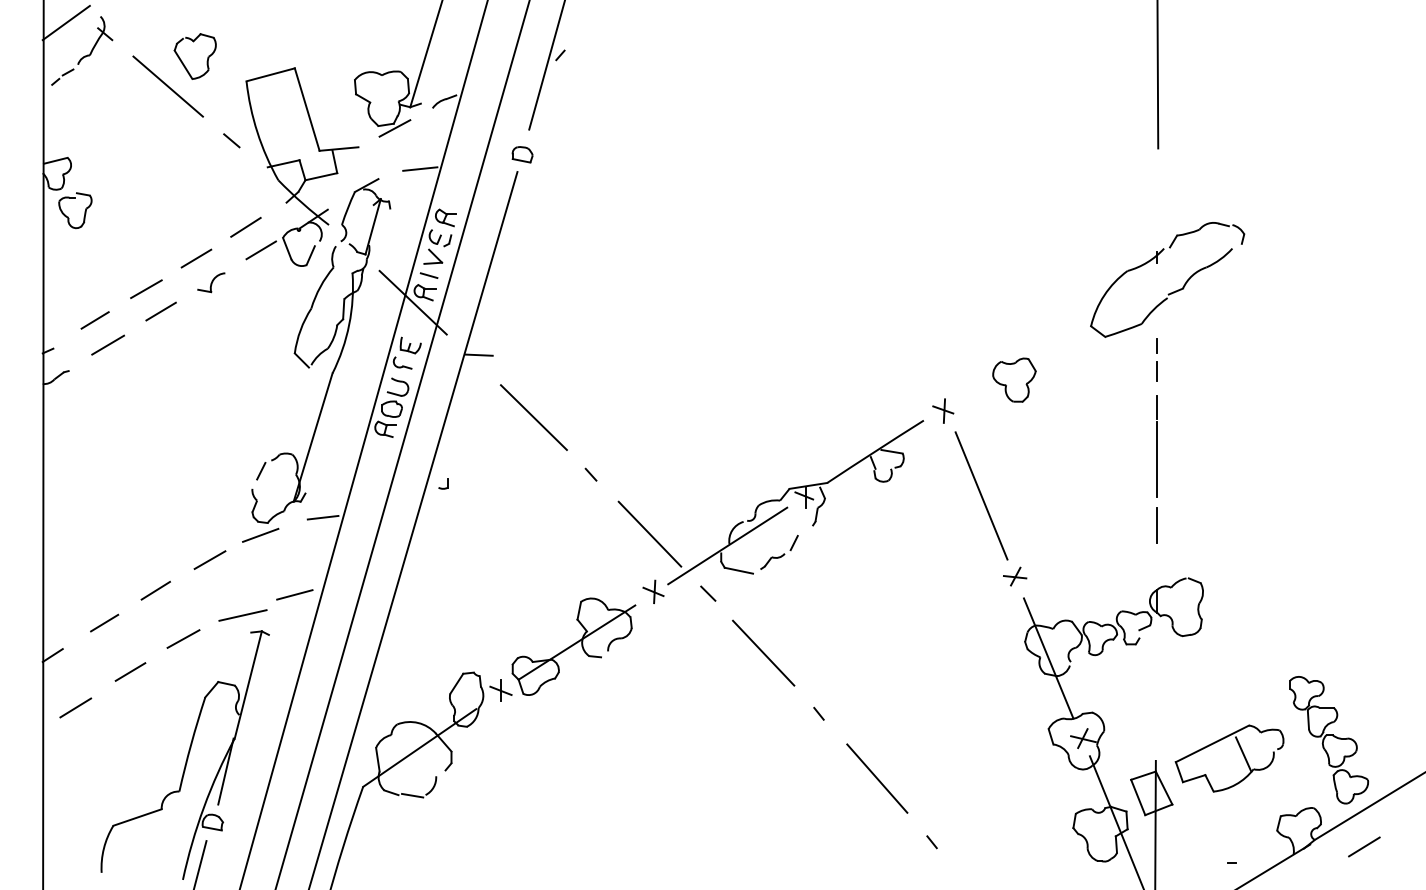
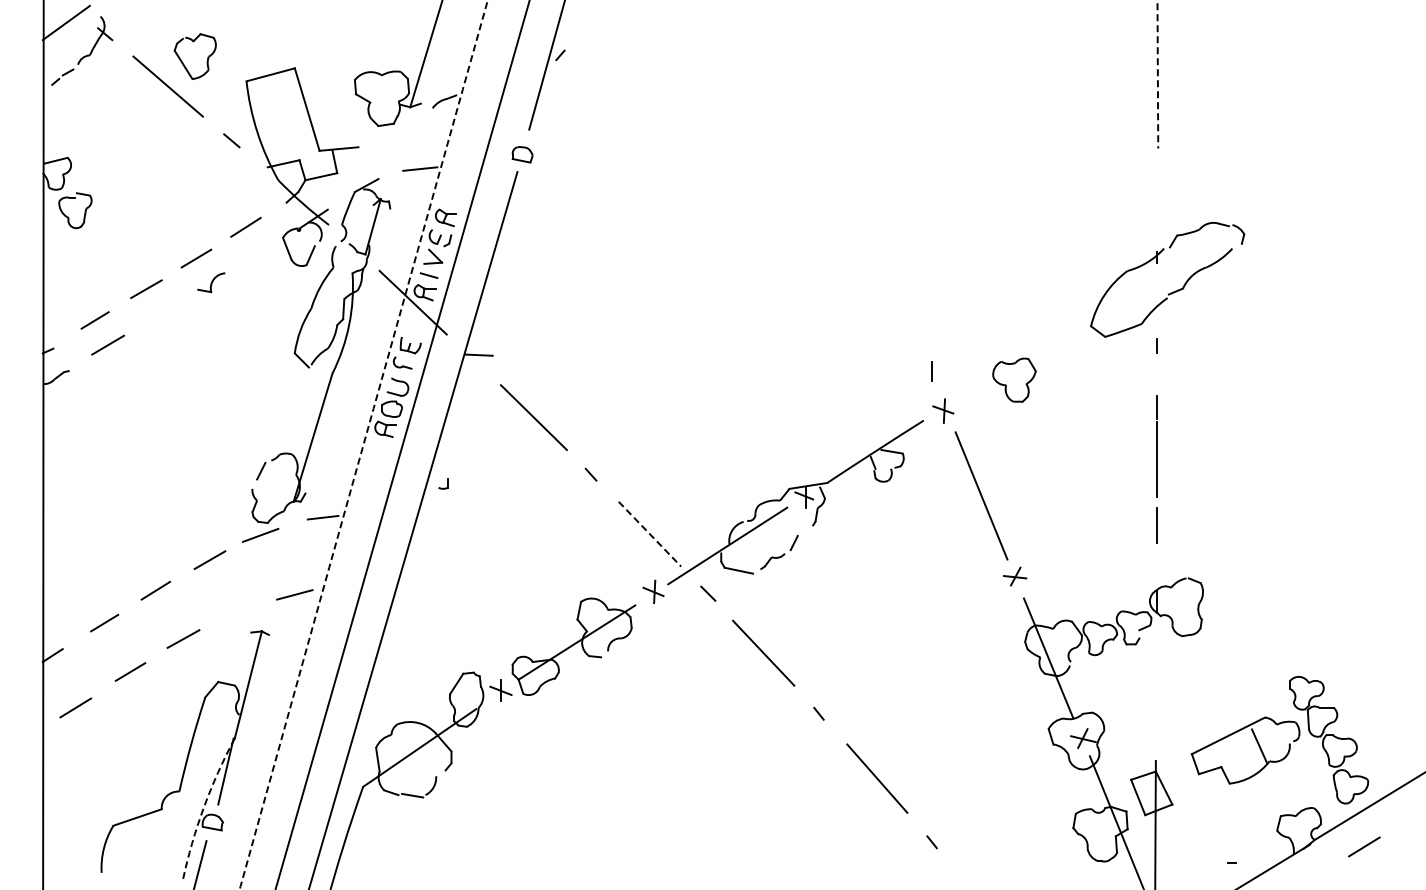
line at (1157, 74): solid -> dashed
line at (394, 128): present -> none
line at (261, 250): present -> none
line at (160, 311): present -> none
line at (1156, 371) position: (1156, 371) -> (931, 371)
arc at (363, 445): solid -> dashed
line at (649, 534): solid -> dashed
line at (242, 615): present -> none
part at (1241, 752) position: (1241, 752) -> (1257, 744)
arc at (203, 807): solid -> dashed
